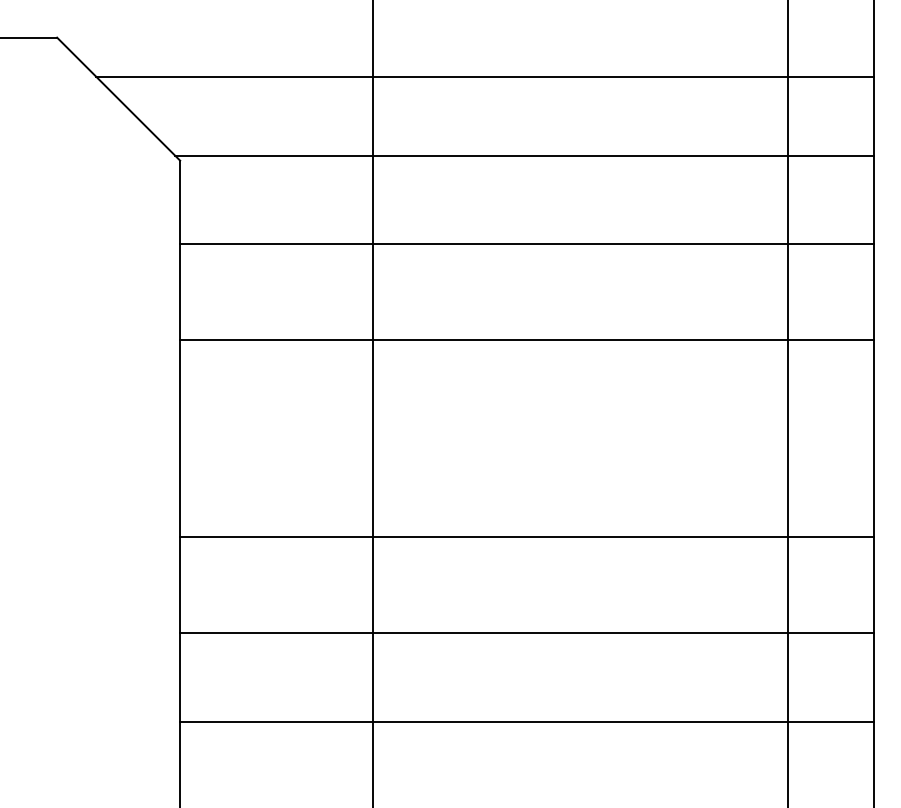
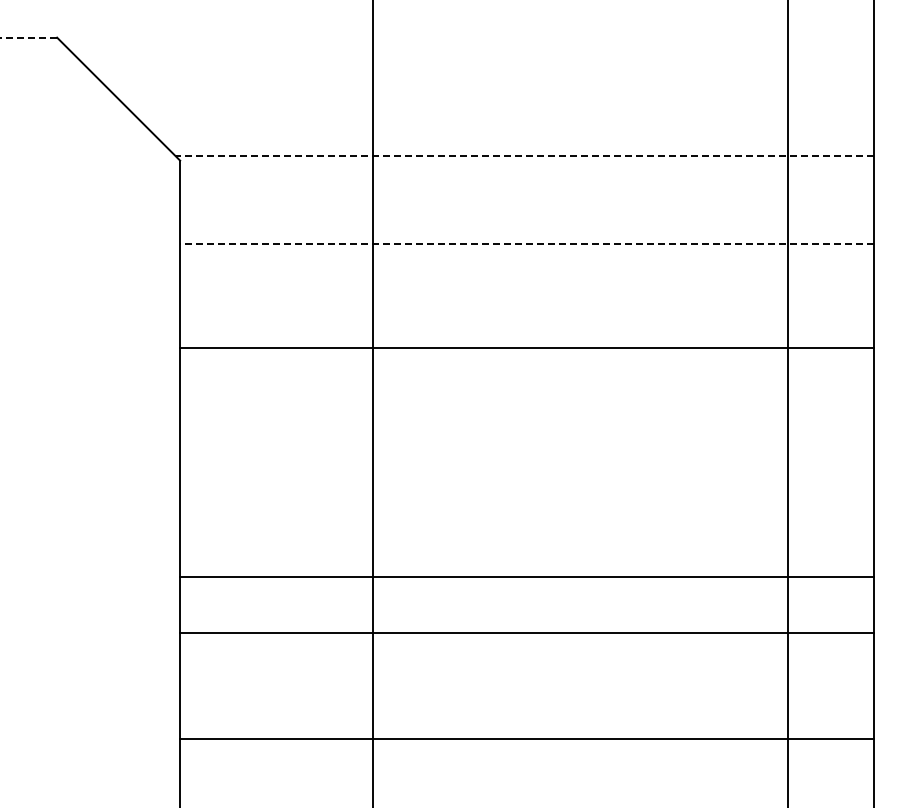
line at (28, 37): solid -> dashed
line at (484, 77): present -> none
line at (524, 155): solid -> dashed
line at (527, 244): solid -> dashed
line at (526, 340) position: (526, 340) -> (526, 348)
line at (526, 537) position: (526, 537) -> (526, 577)
line at (526, 721) position: (526, 721) -> (526, 738)
